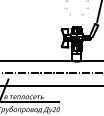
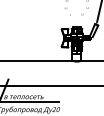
line at (51, 73): present -> none
